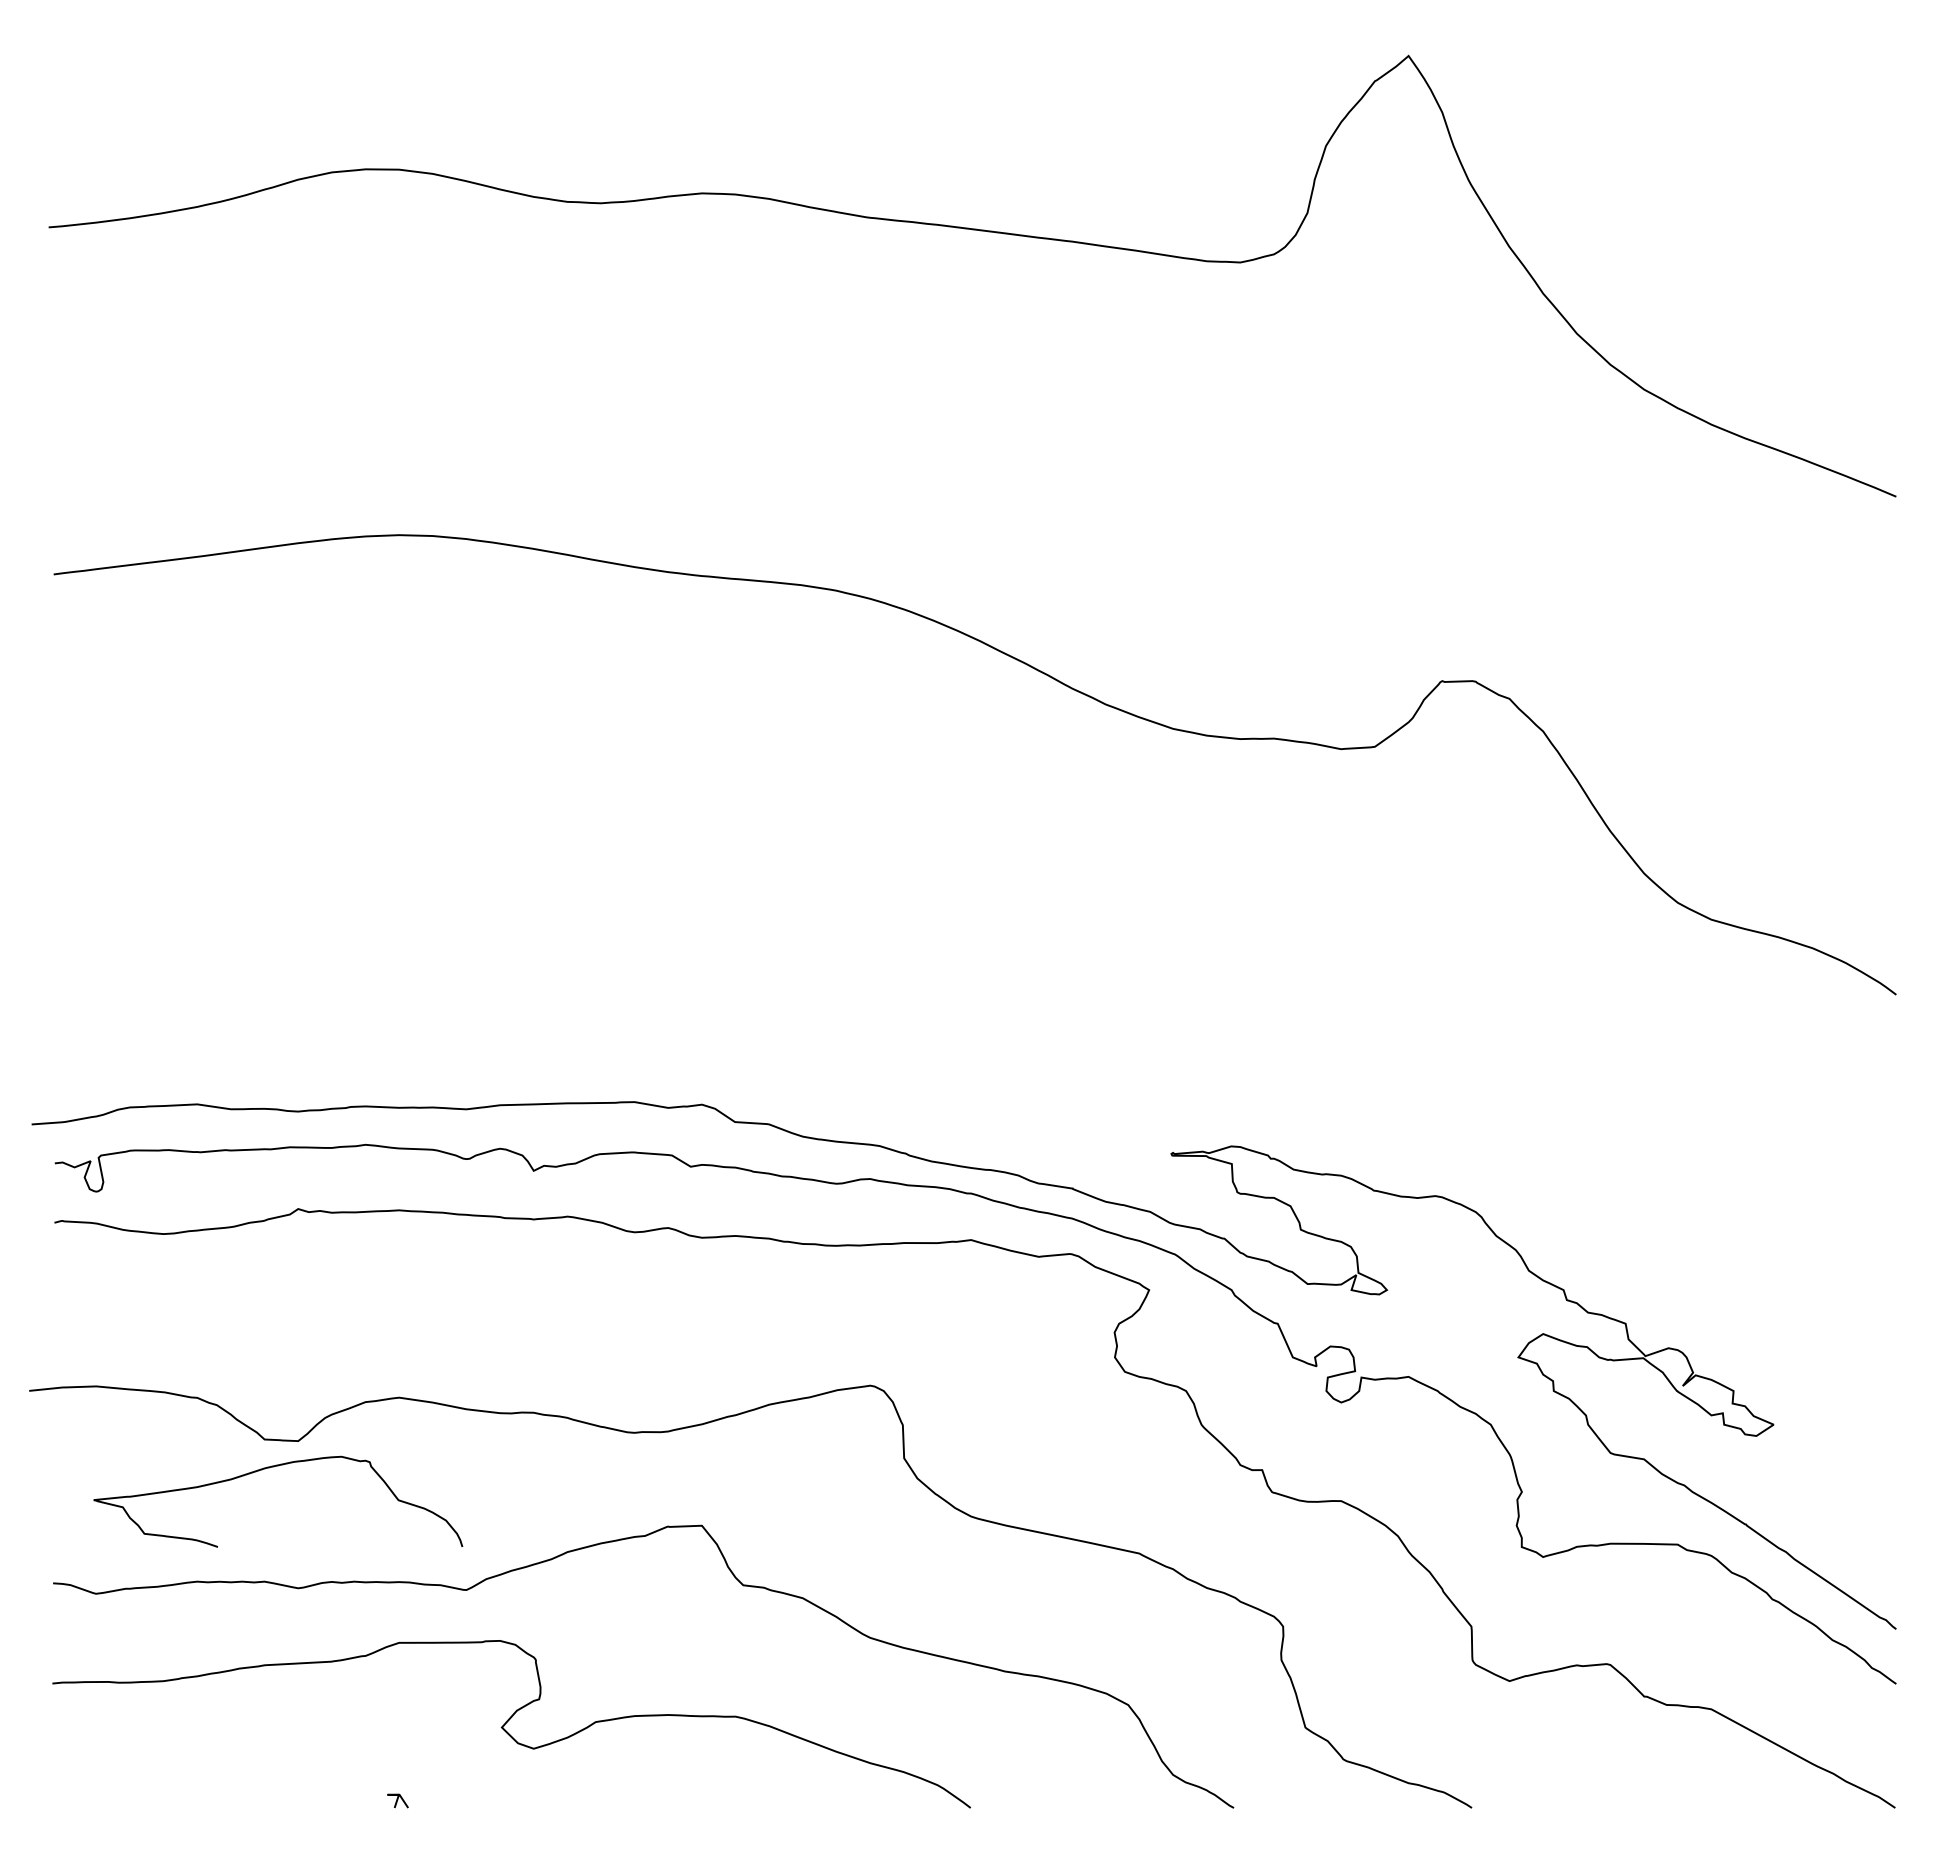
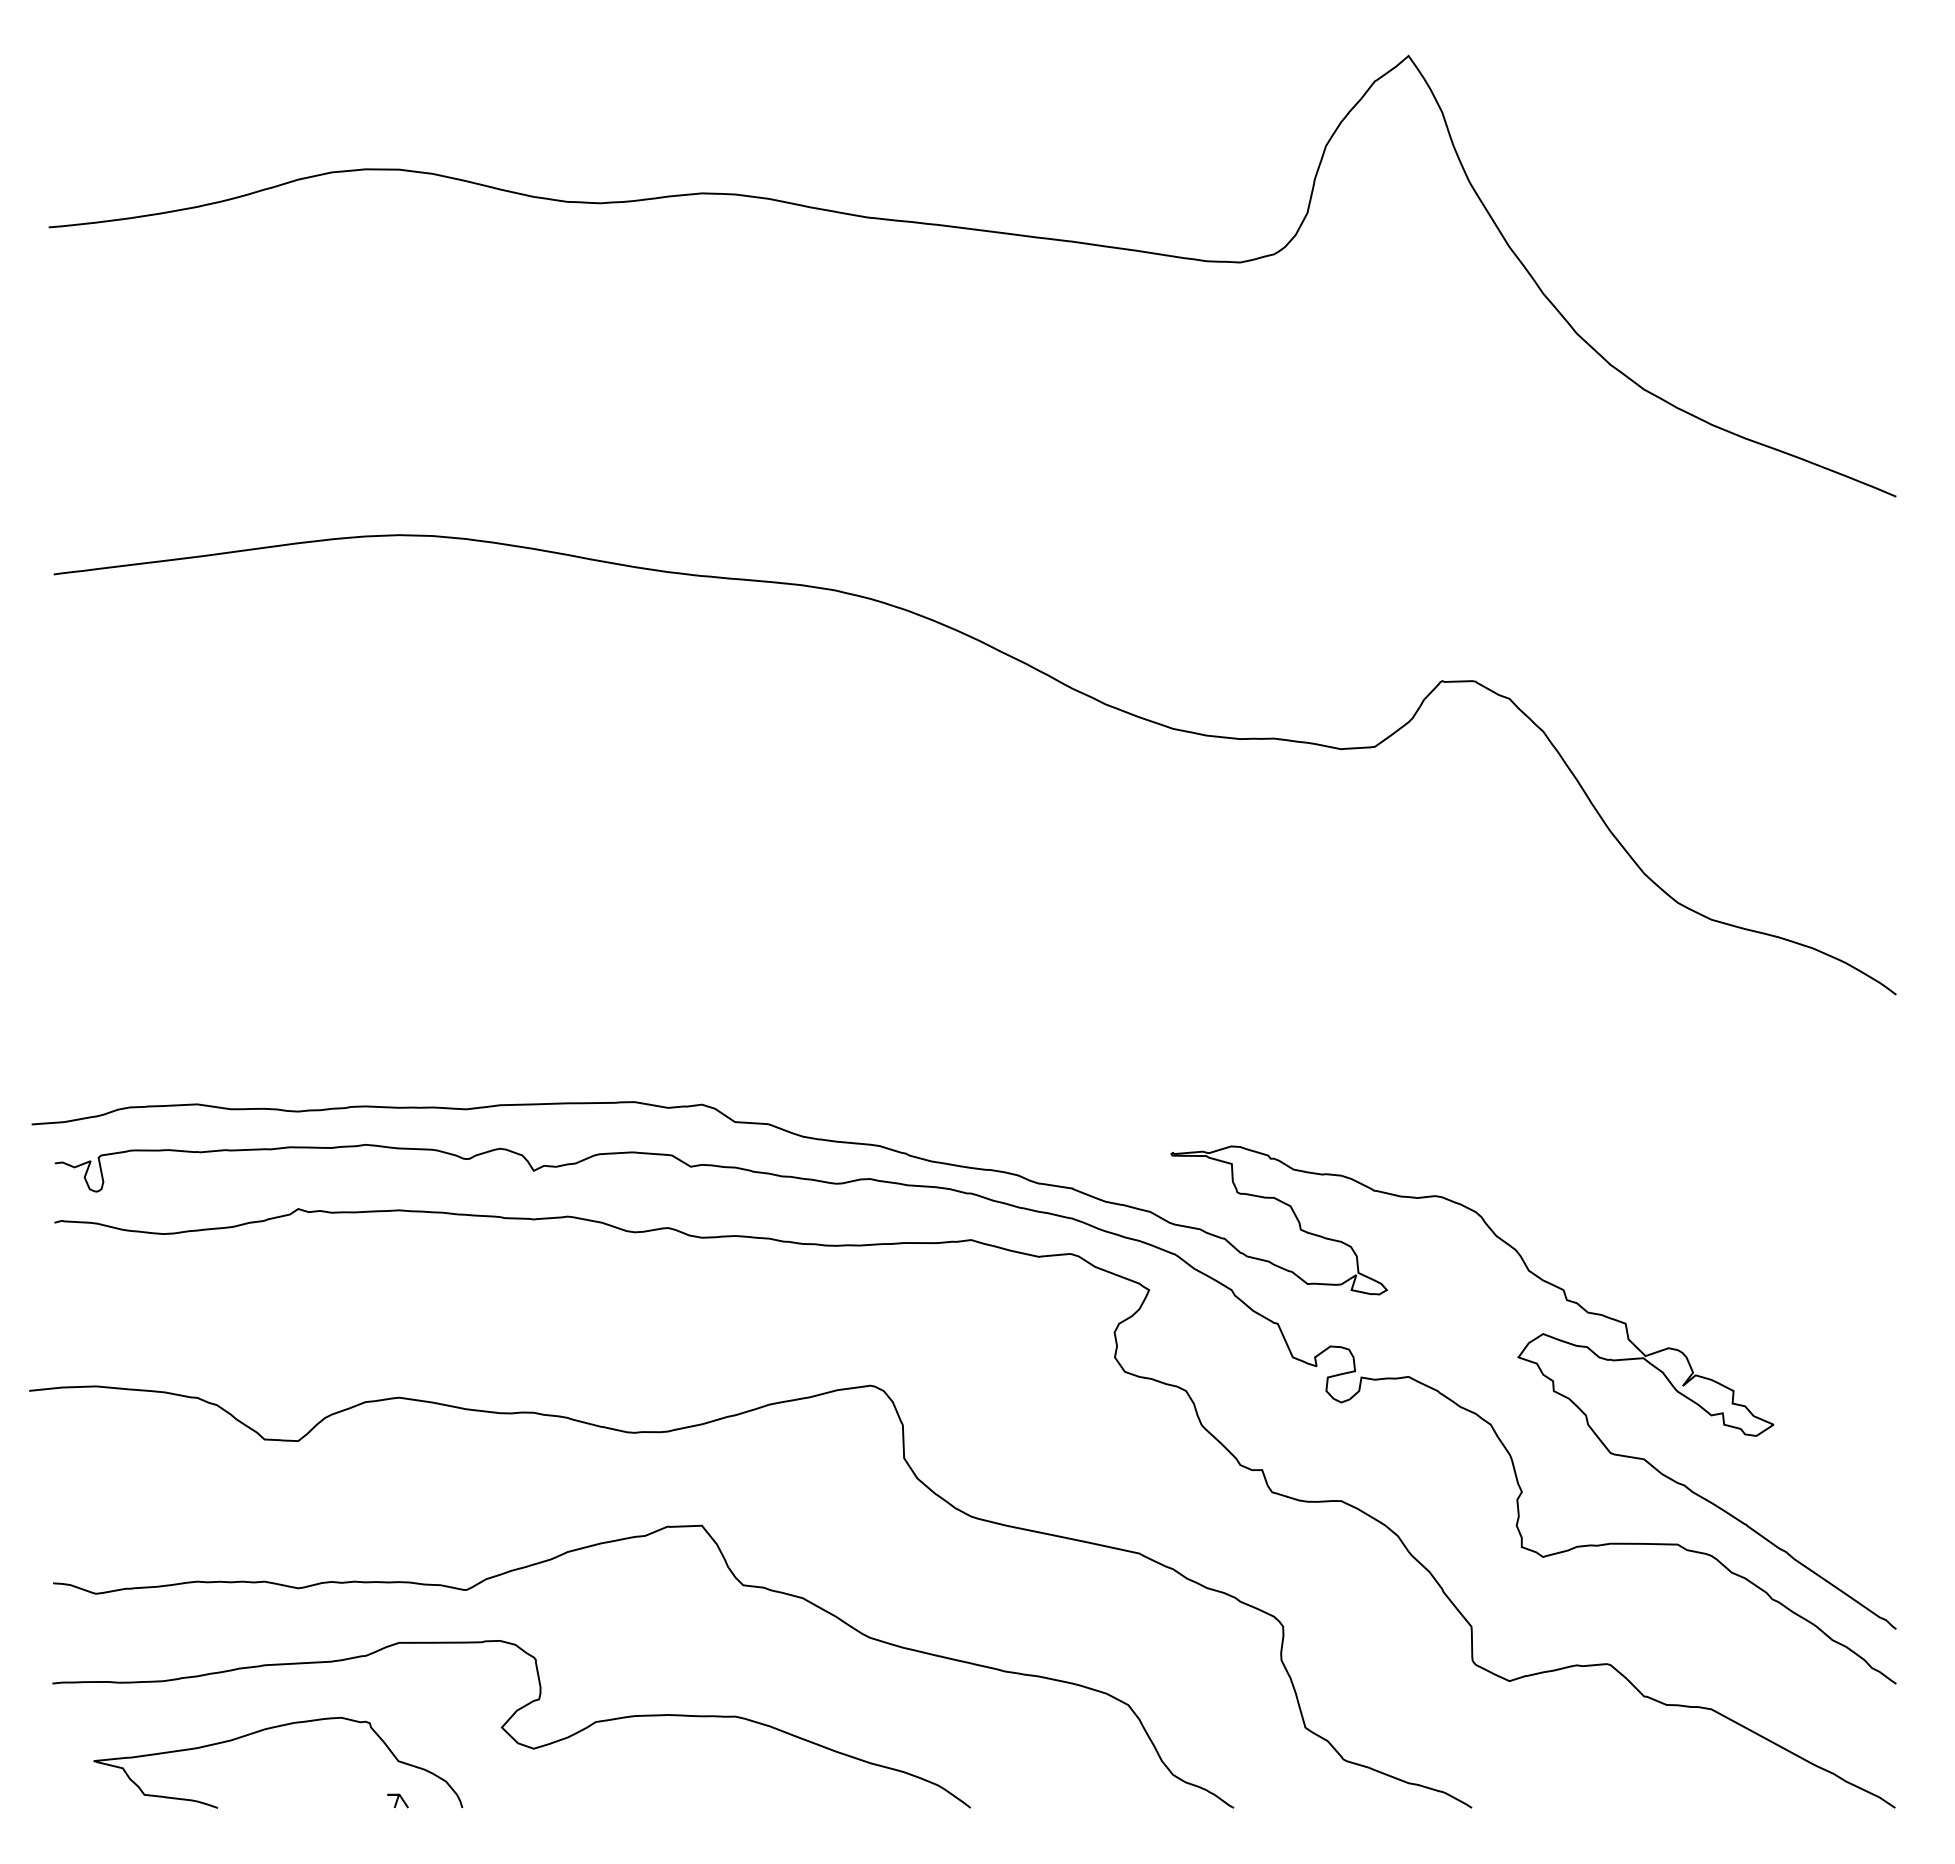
curve at (269, 1468) position: (269, 1468) -> (269, 1729)
